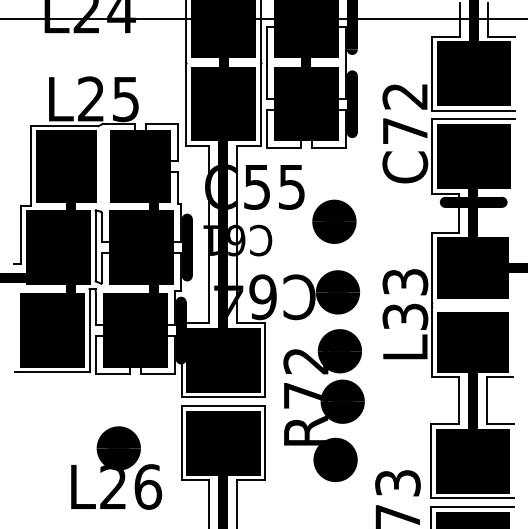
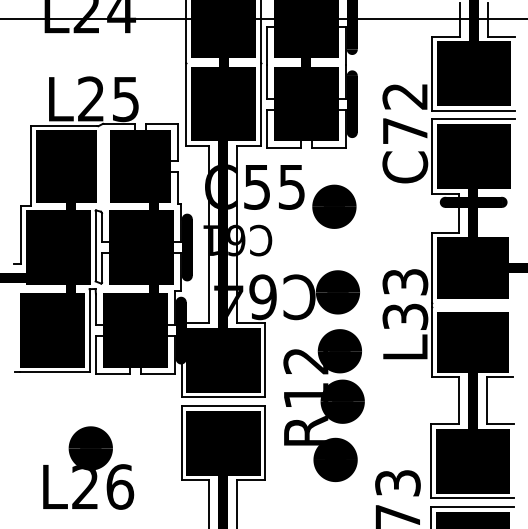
part at (334, 221) position: (334, 221) -> (334, 206)
text at (306, 395): R72 -> R12
text at (116, 467) position: (116, 467) -> (88, 467)
